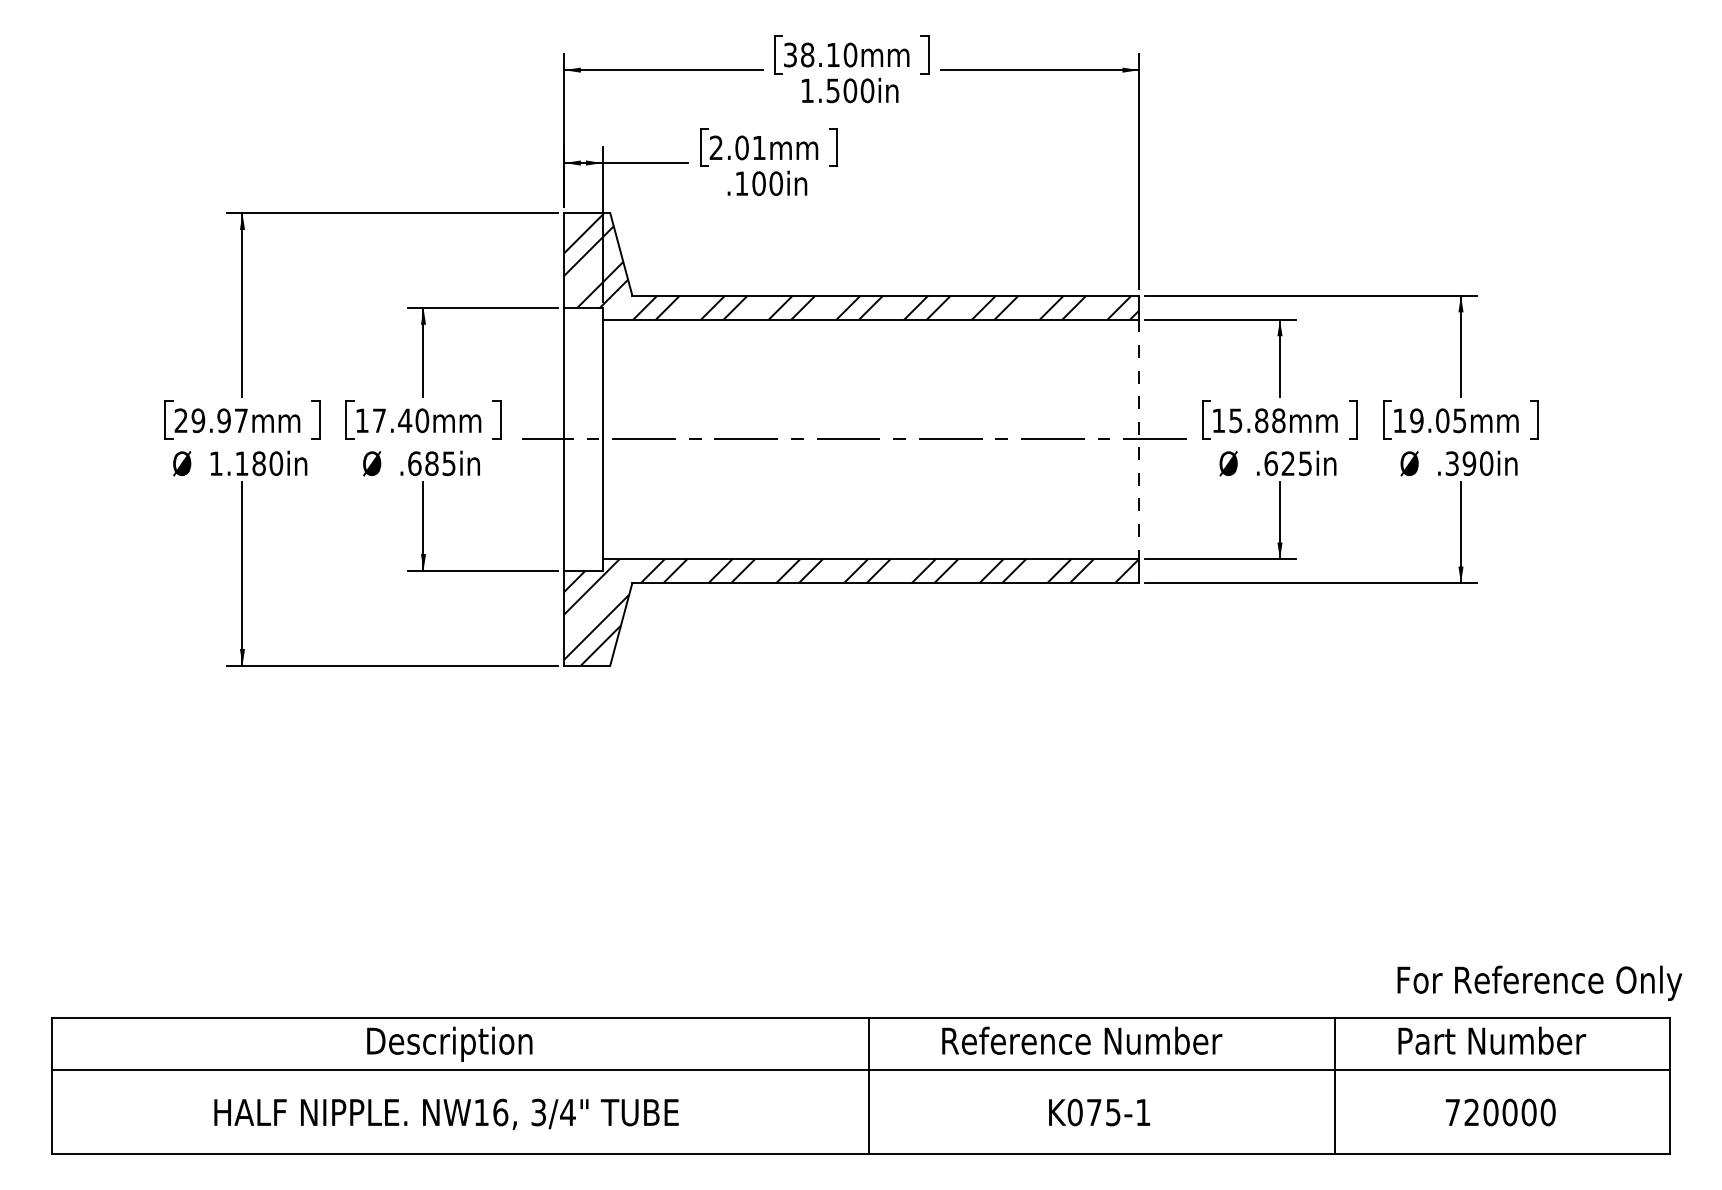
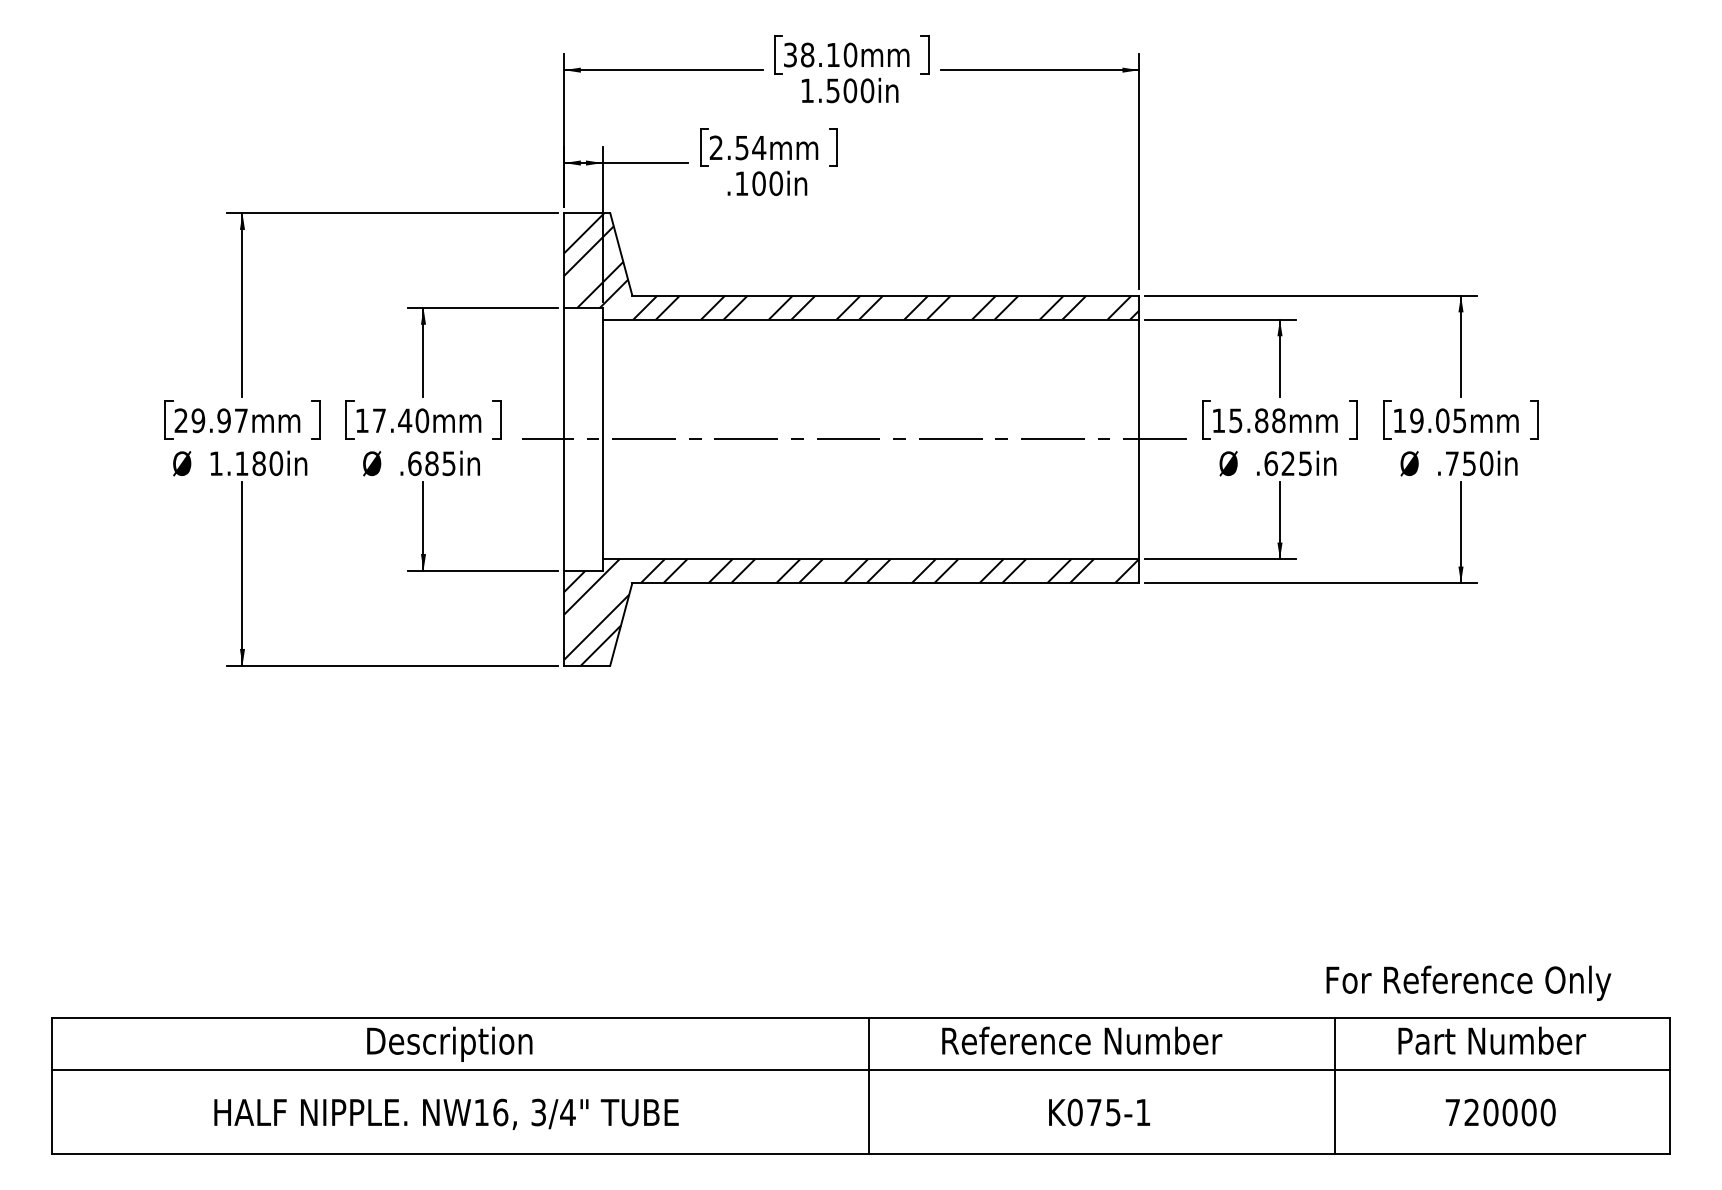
text at (750, 147): 2.01mm -> 2.54mm
line at (1139, 439): dashed -> solid
text at (1460, 463): .390in -> .750in
text at (1539, 982) position: (1539, 982) -> (1468, 982)
